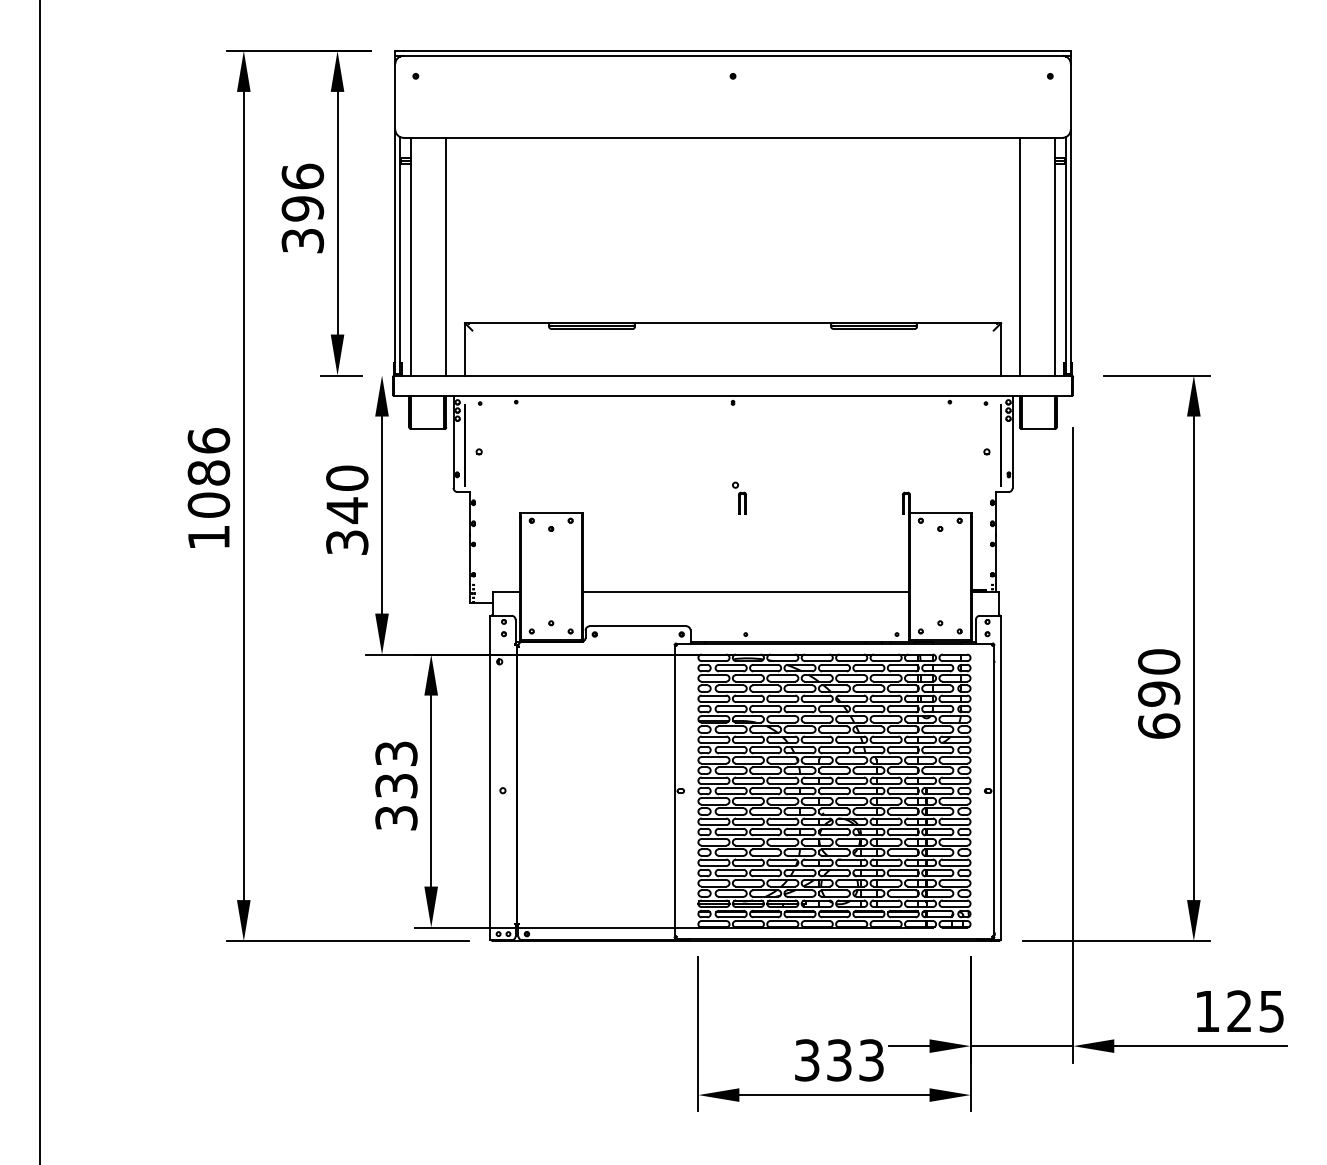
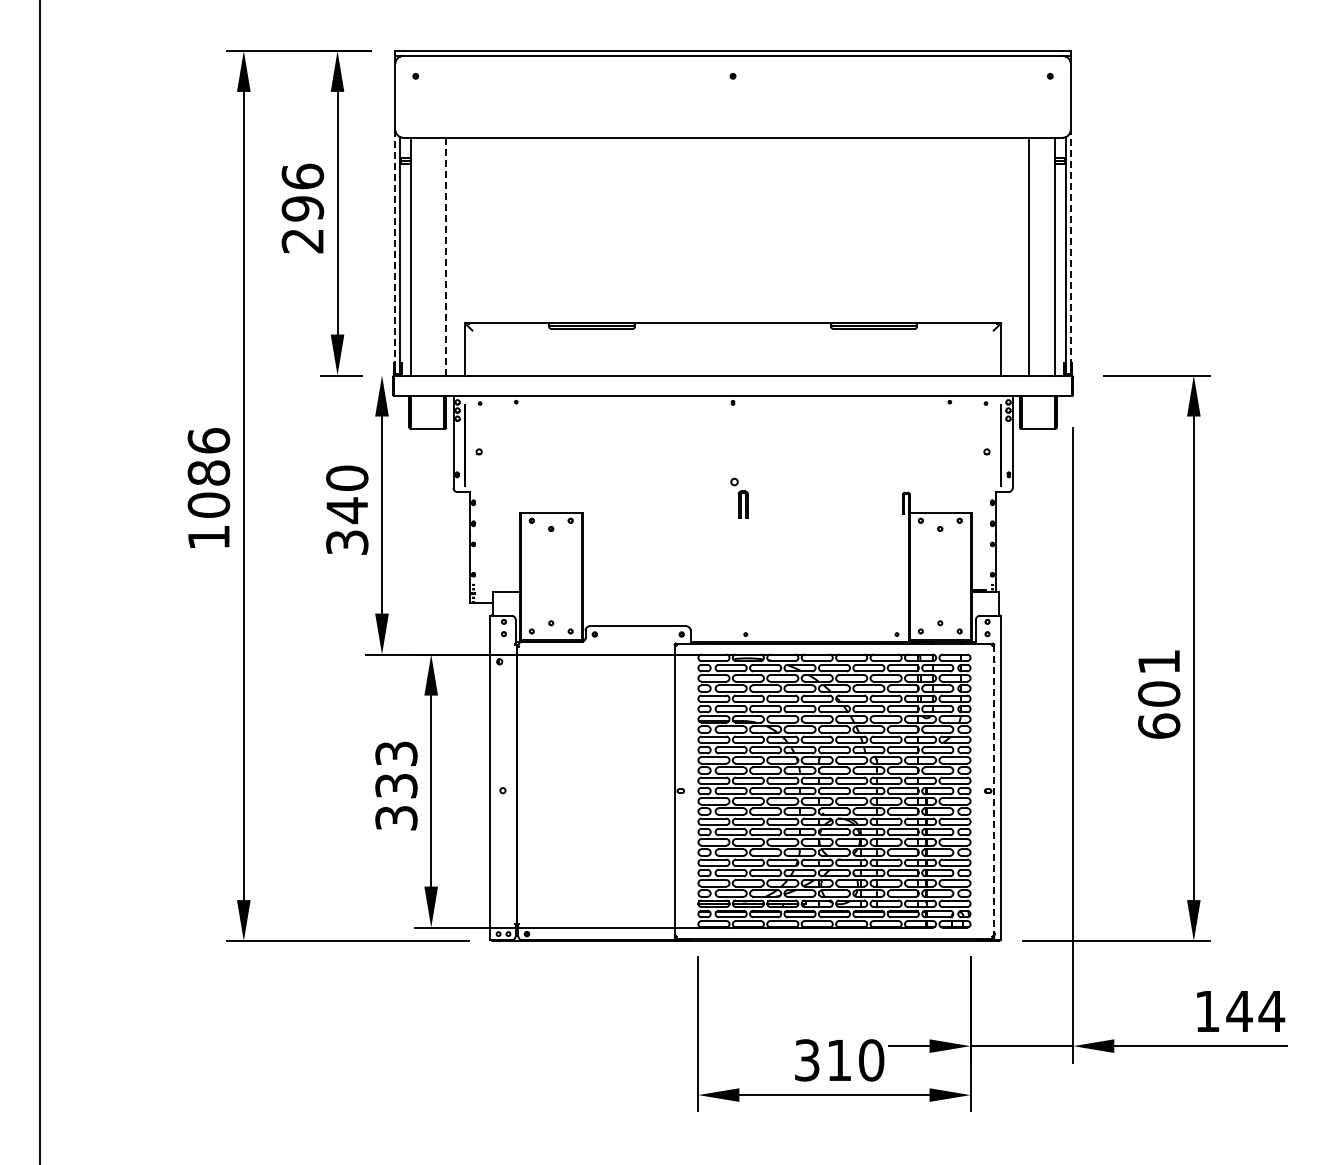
text at (302, 241): 396 -> 296
line at (1070, 247): solid -> dashed
line at (395, 248): solid -> dashed
line at (446, 256): solid -> dashed
line at (1020, 256) position: (1020, 256) -> (1029, 256)
part at (739, 497) size: 15x34 px -> 19x42 px
line at (745, 592): present -> none
text at (1159, 677): 690 -> 601
line at (994, 791): solid -> dashed
text at (1255, 1011): 125 -> 144
text at (855, 1060): 333 -> 310
